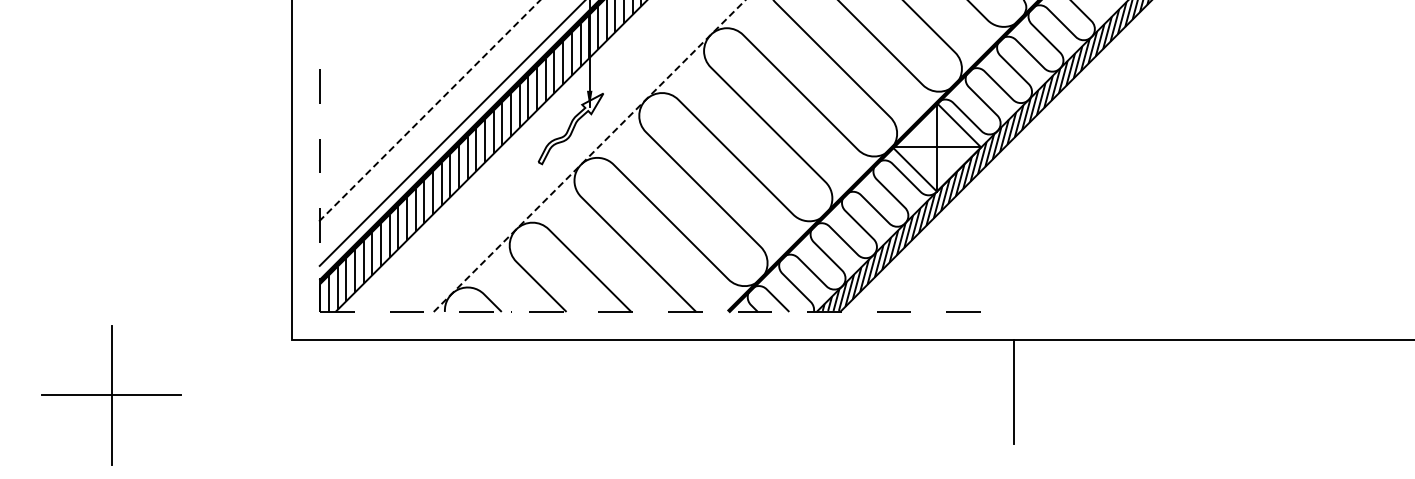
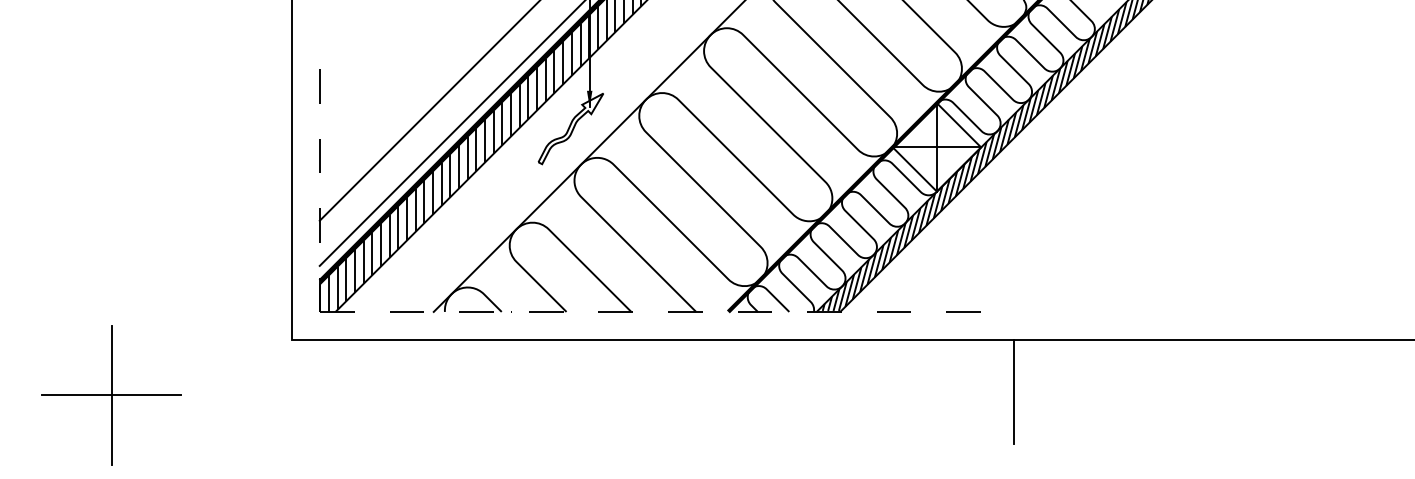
line at (430, 110): dashed -> solid
line at (590, 155): dashed -> solid
